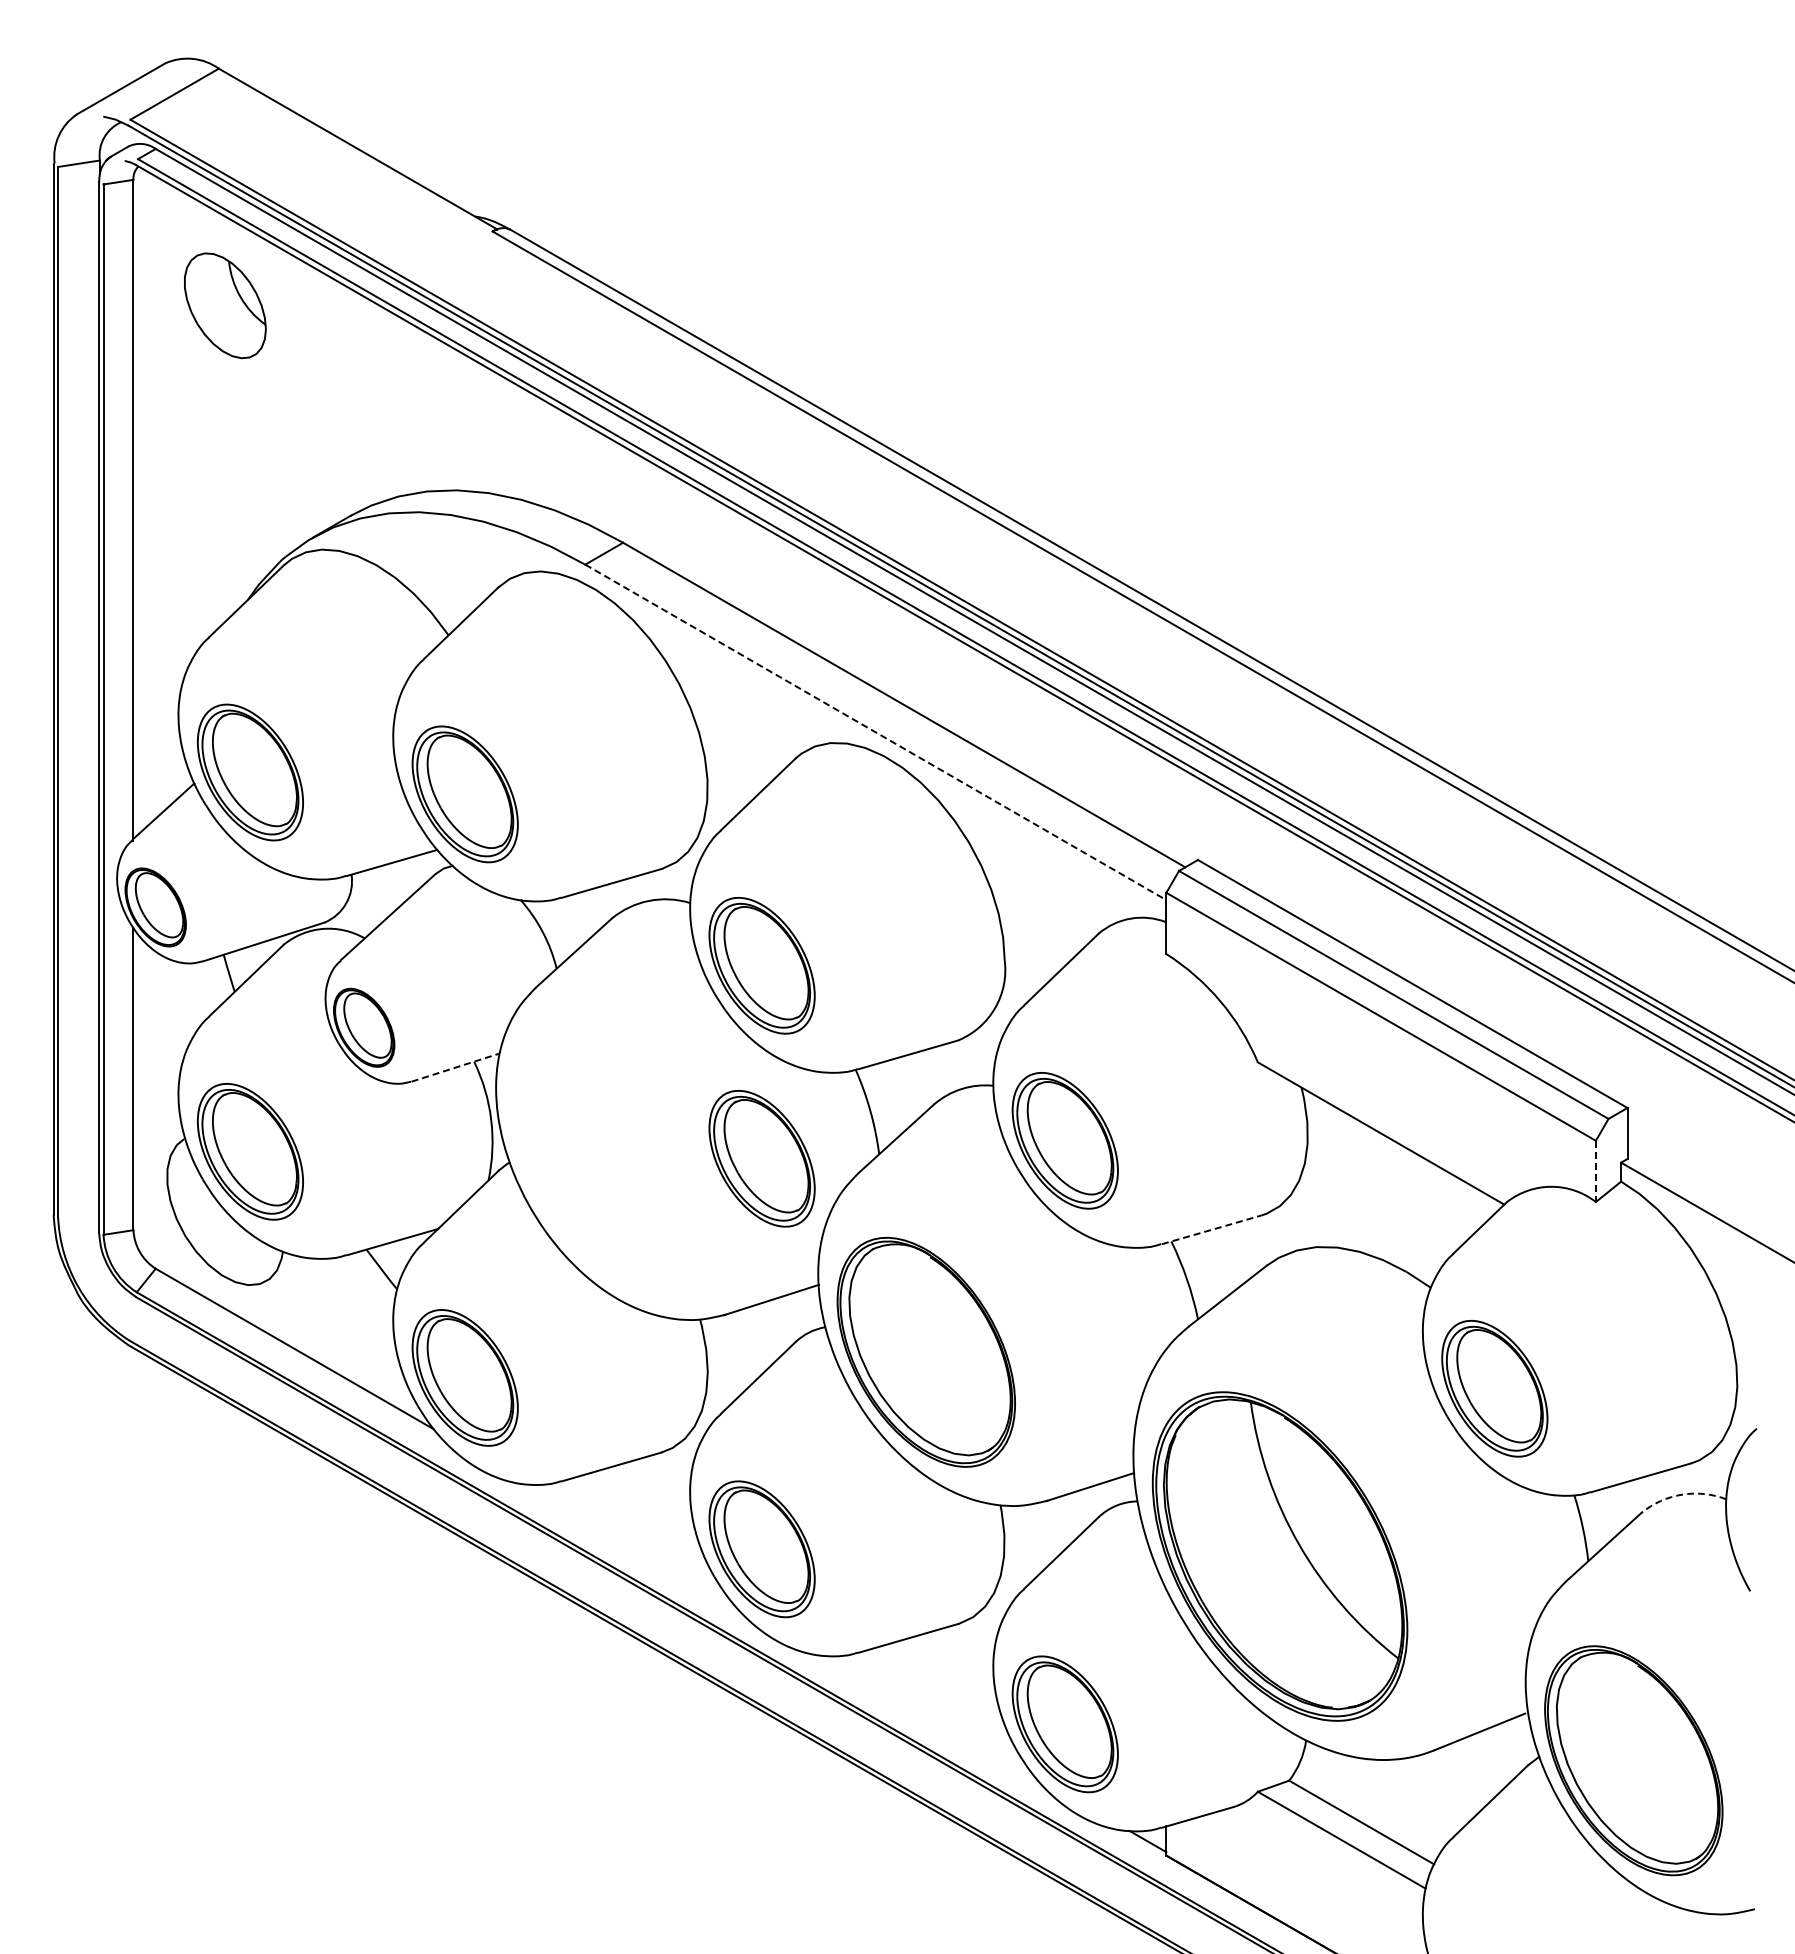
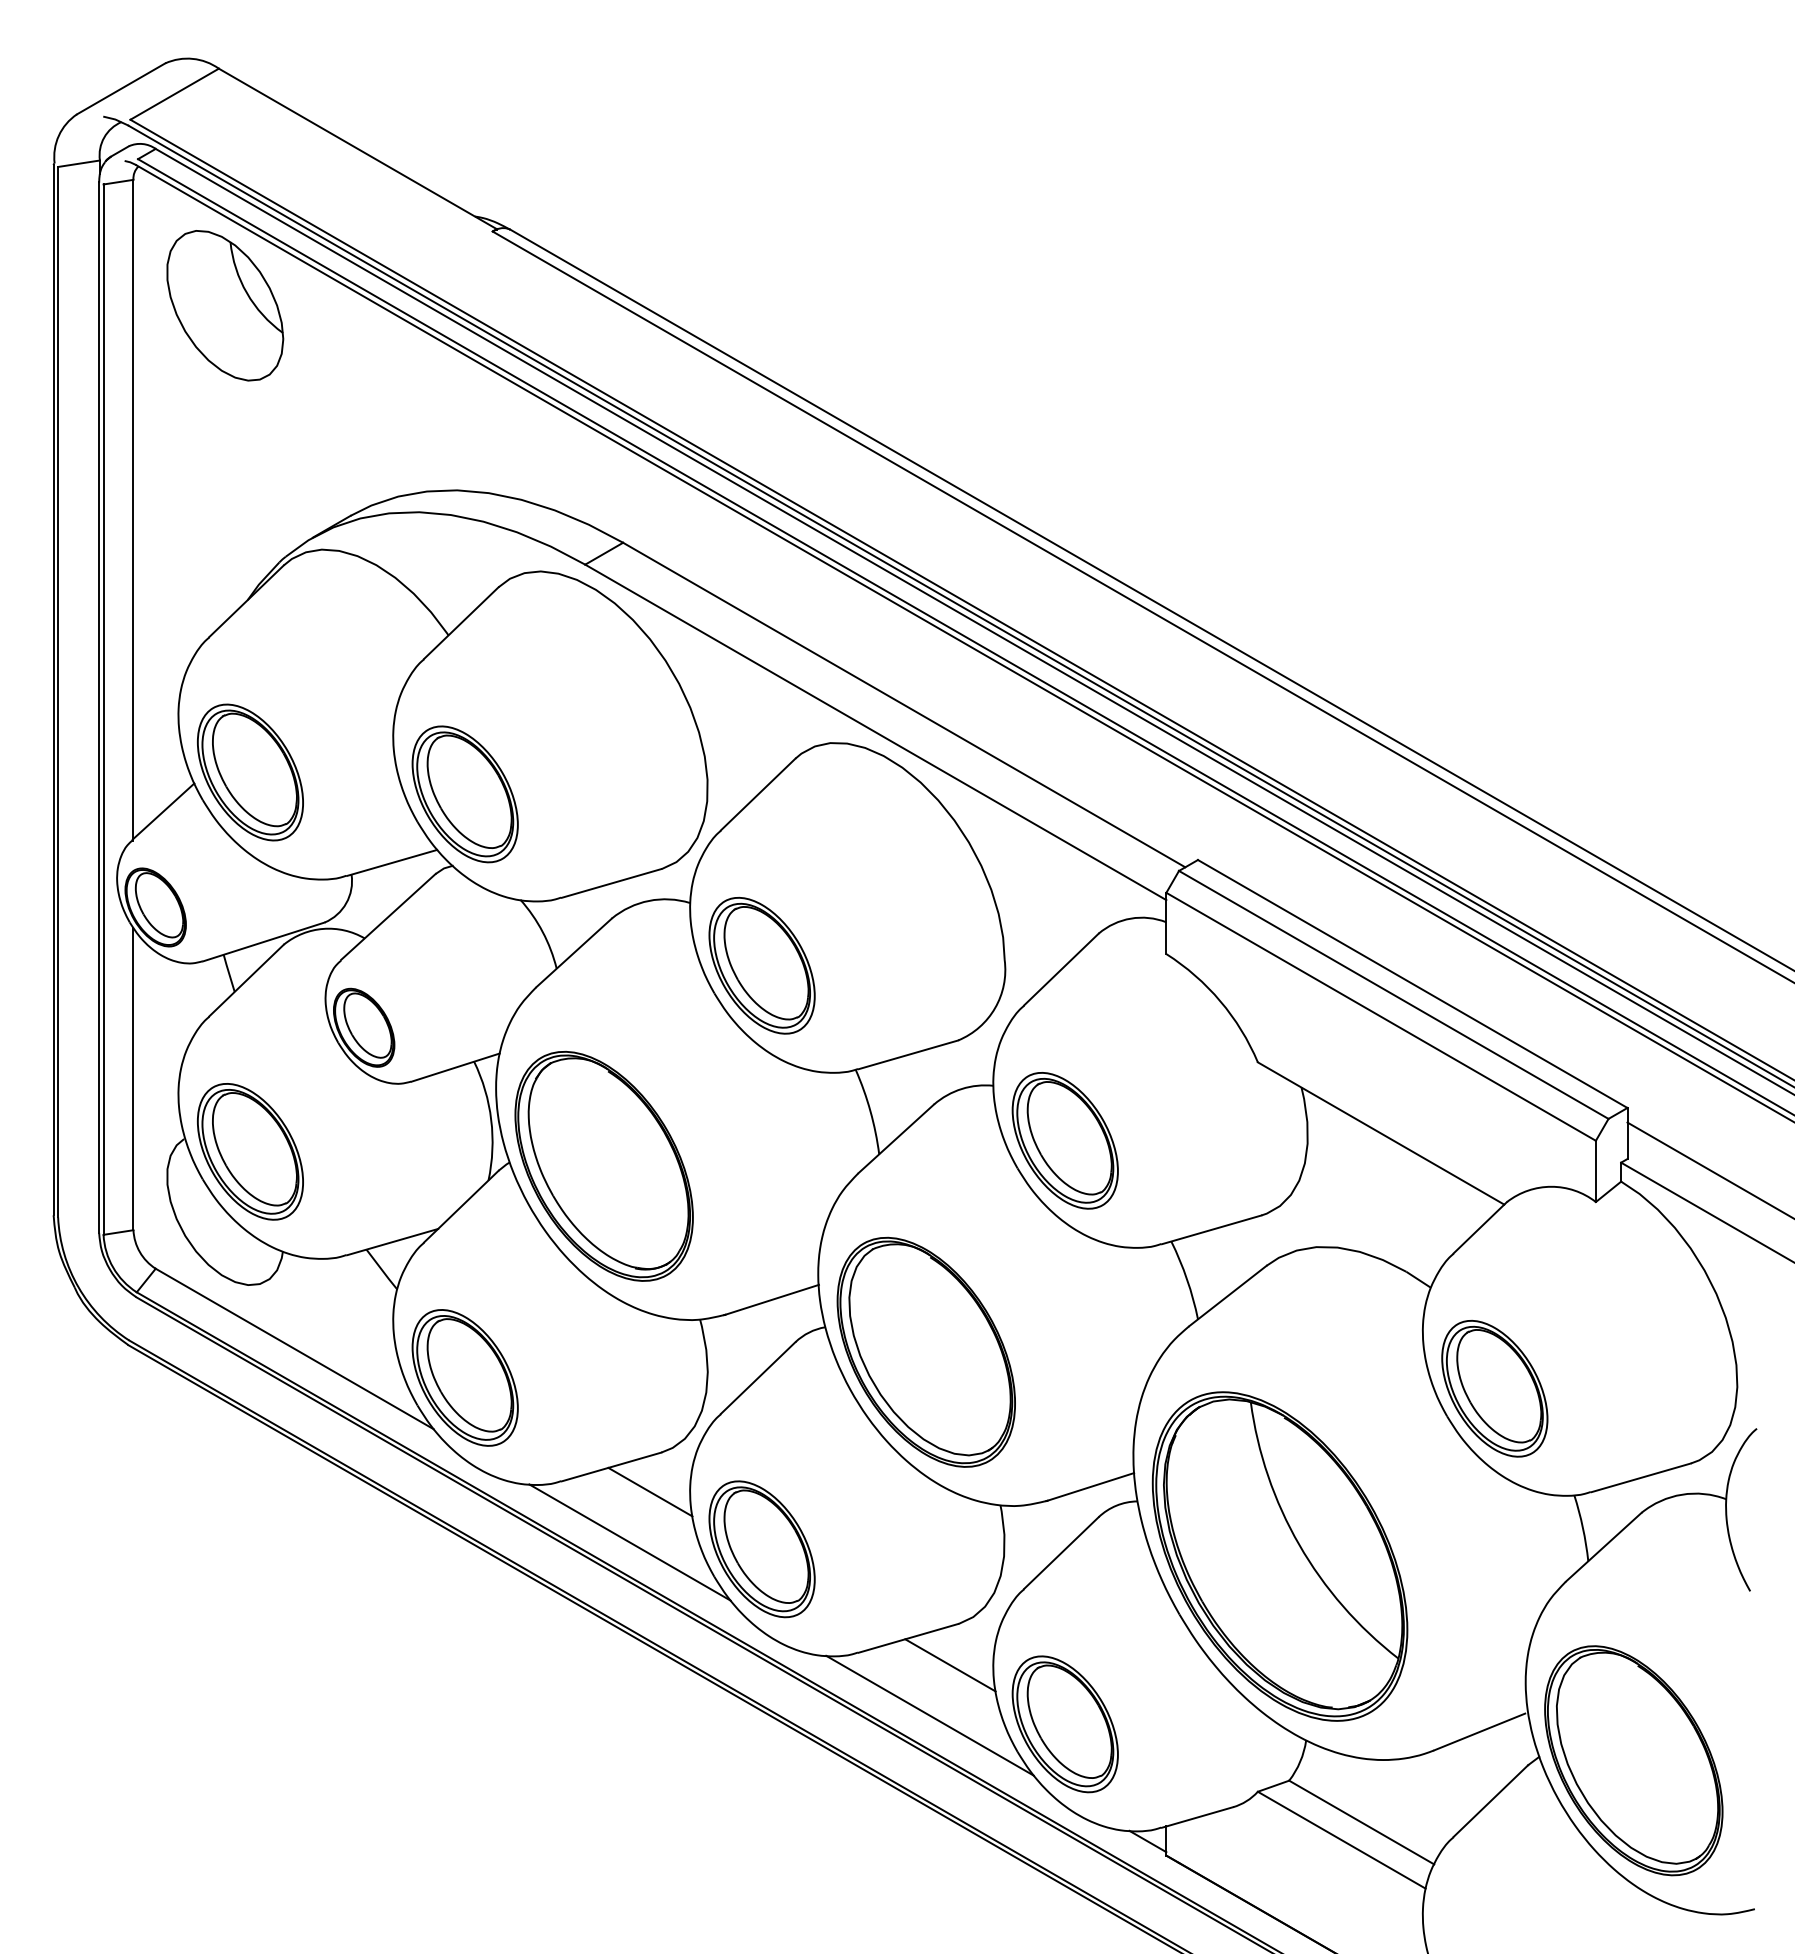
part at (225, 305) size: 83x108 px -> 119x152 px
line at (875, 732): dashed -> solid
line at (456, 1067): dashed -> solid
part at (761, 1158): present -> none
part at (603, 1165): none -> present
line at (1709, 1169): none -> present
line at (1595, 1171): dashed -> solid
line at (1211, 1229): dashed -> solid
line at (650, 1491): none -> present
arc at (1682, 1494): dashed -> solid
line at (629, 1542): none -> present
line at (950, 1665): none -> present
line at (929, 1715): none -> present
